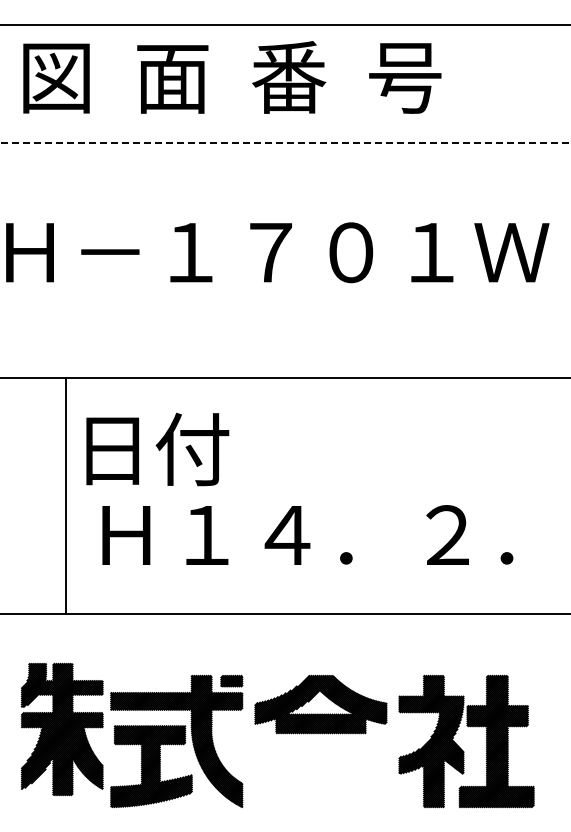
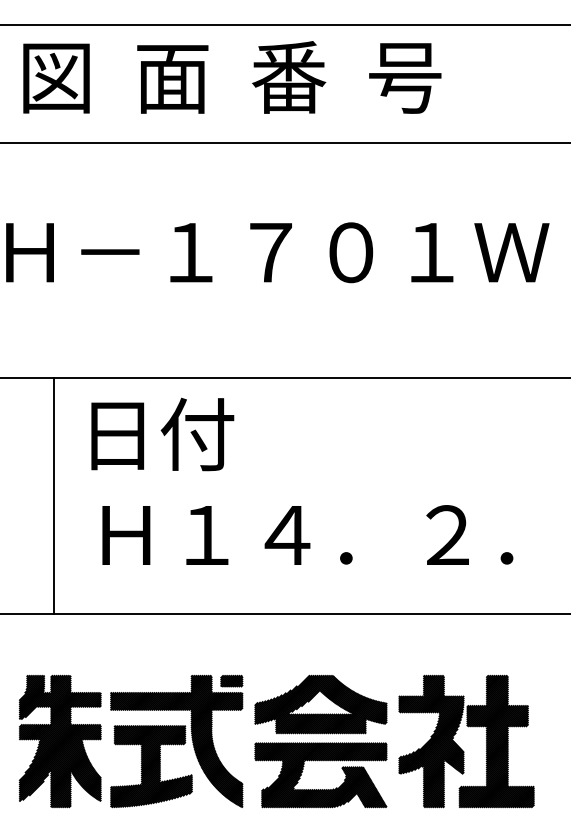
line at (285, 142): dashed -> solid
text at (157, 449) position: (157, 449) -> (162, 434)
line at (66, 495) position: (66, 495) -> (54, 495)
part at (61, 729) position: (61, 729) -> (59, 741)
part at (320, 789): none -> present
